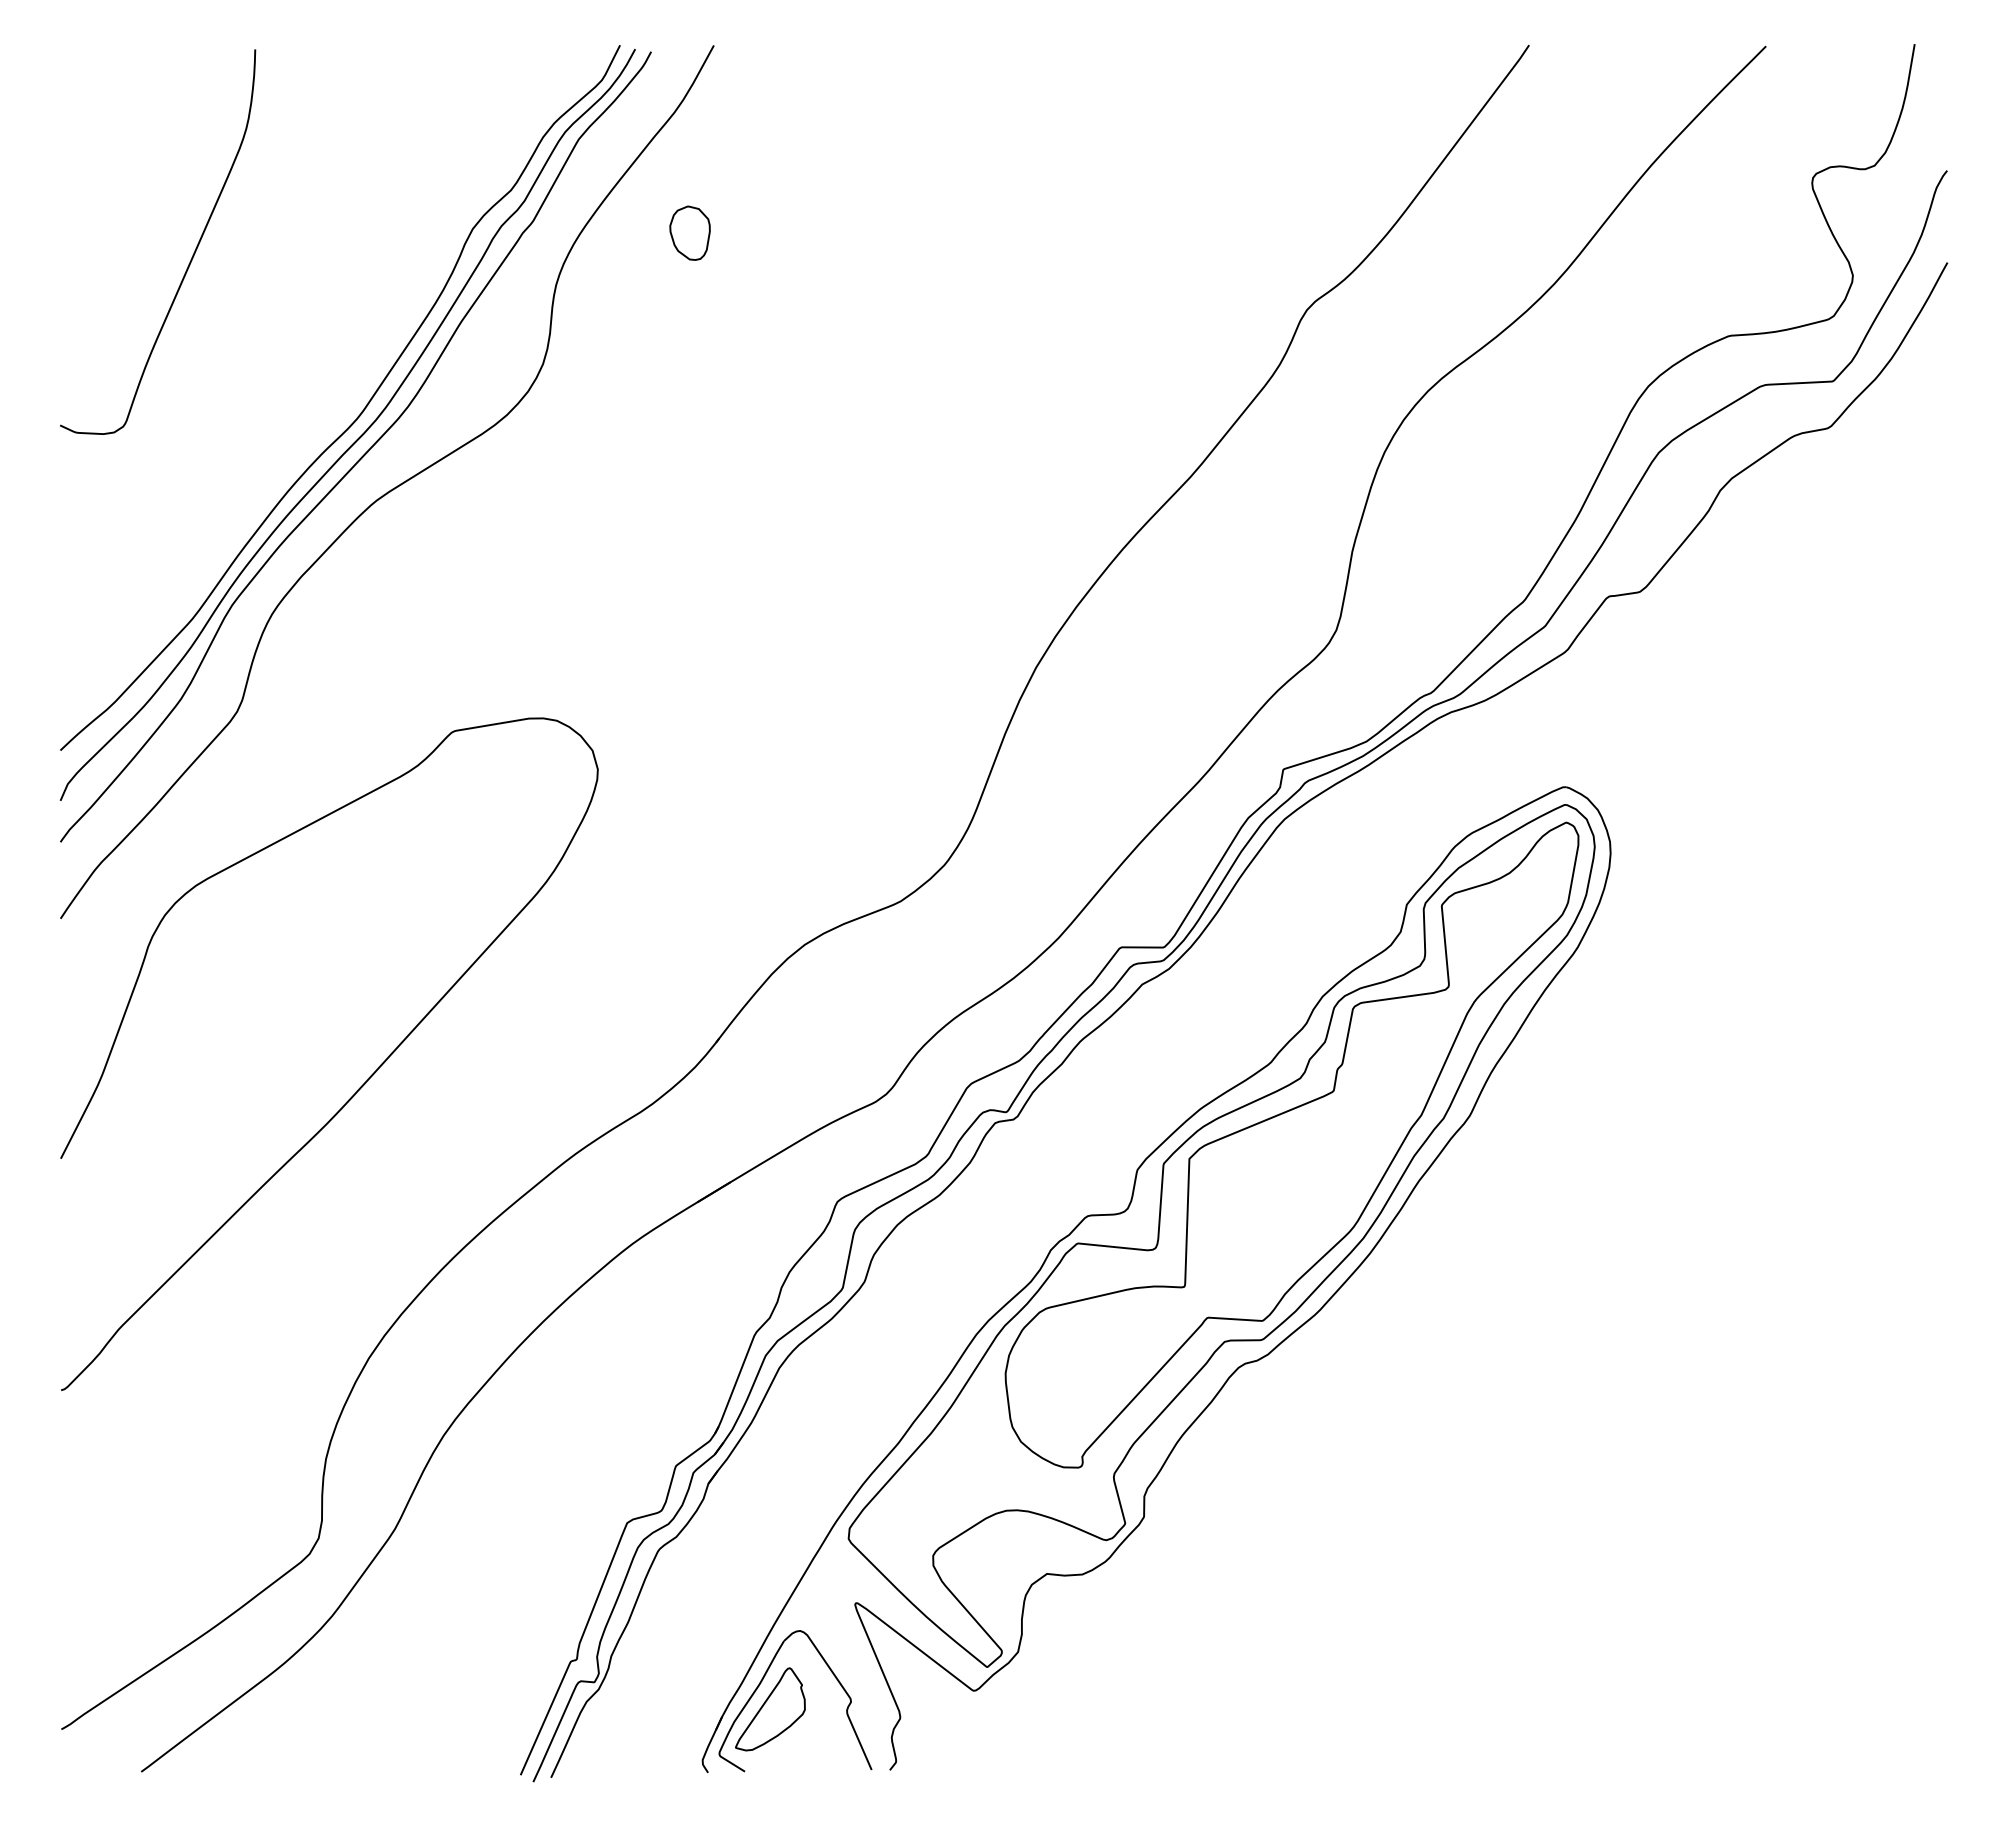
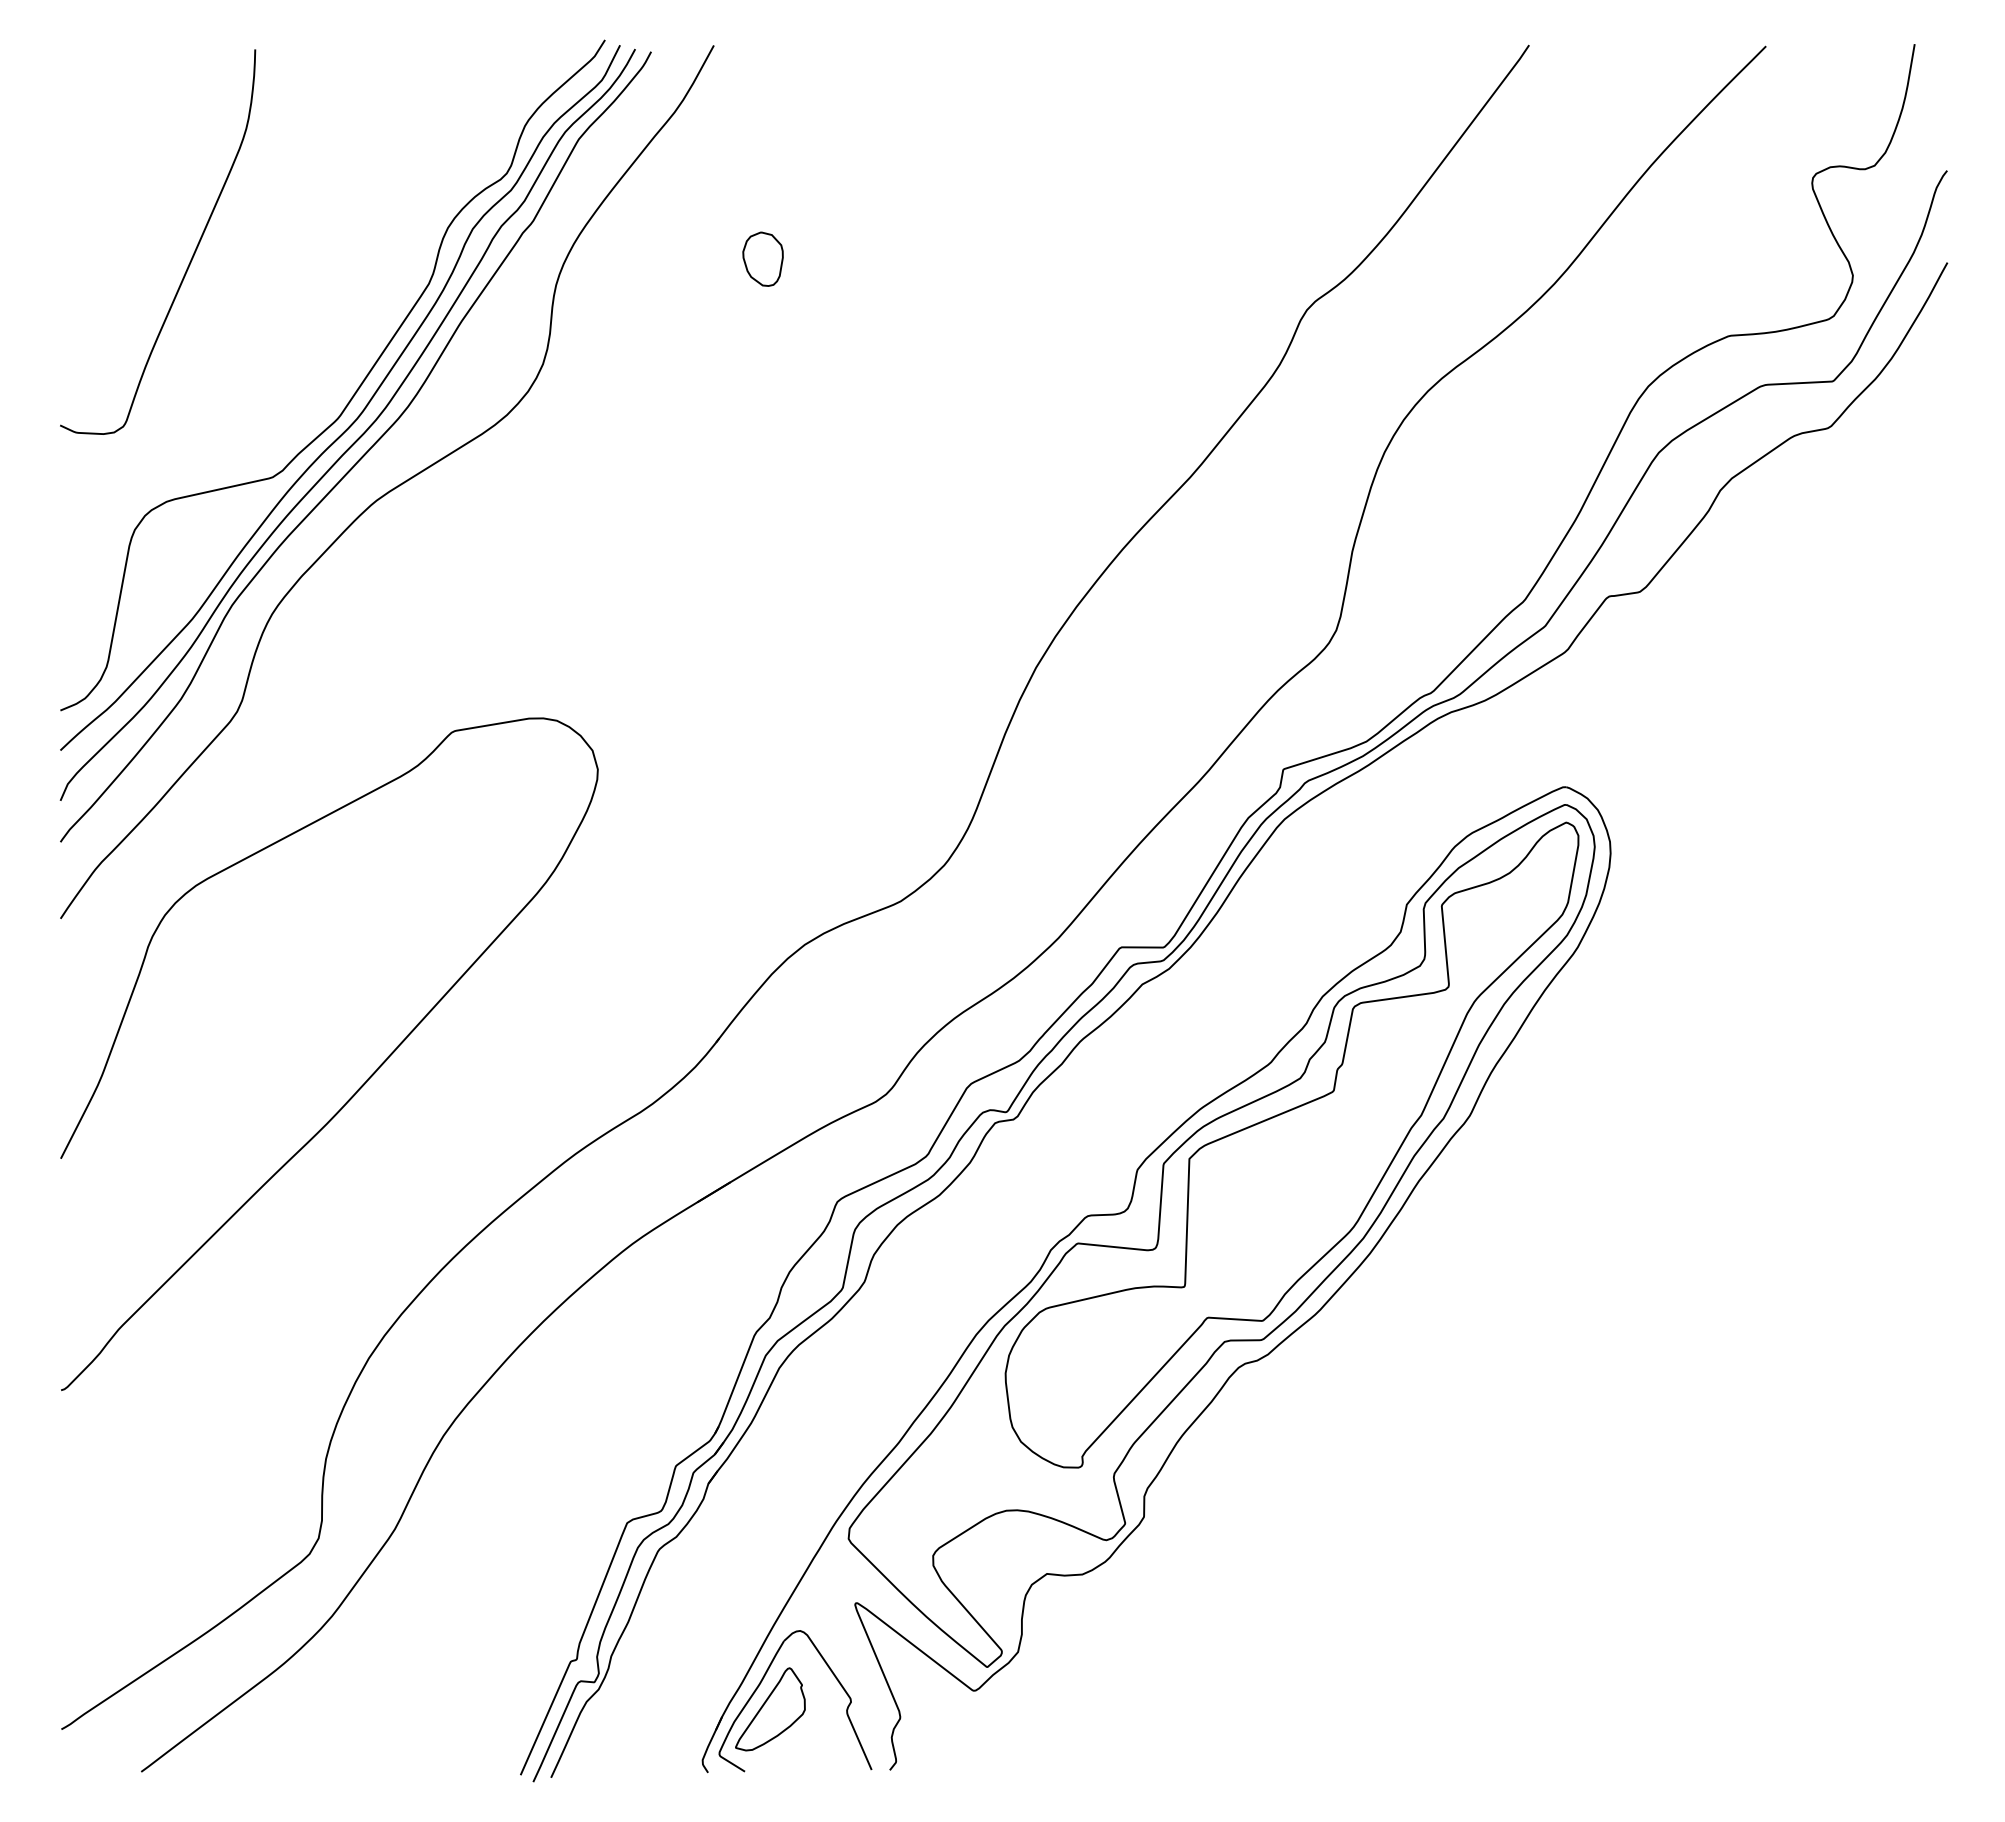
part at (689, 232) position: (689, 232) -> (762, 258)
curve at (356, 389): none -> present
